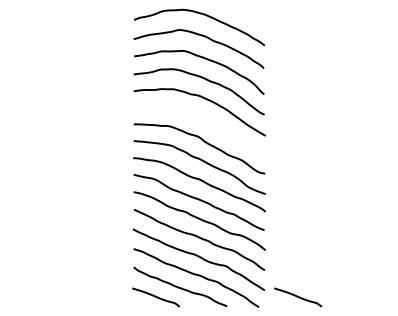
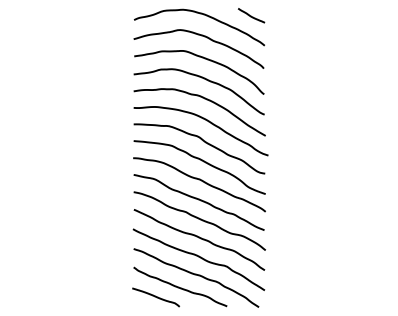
line at (251, 15): none -> present
curve at (208, 122): none -> present
curve at (297, 297): present -> none
